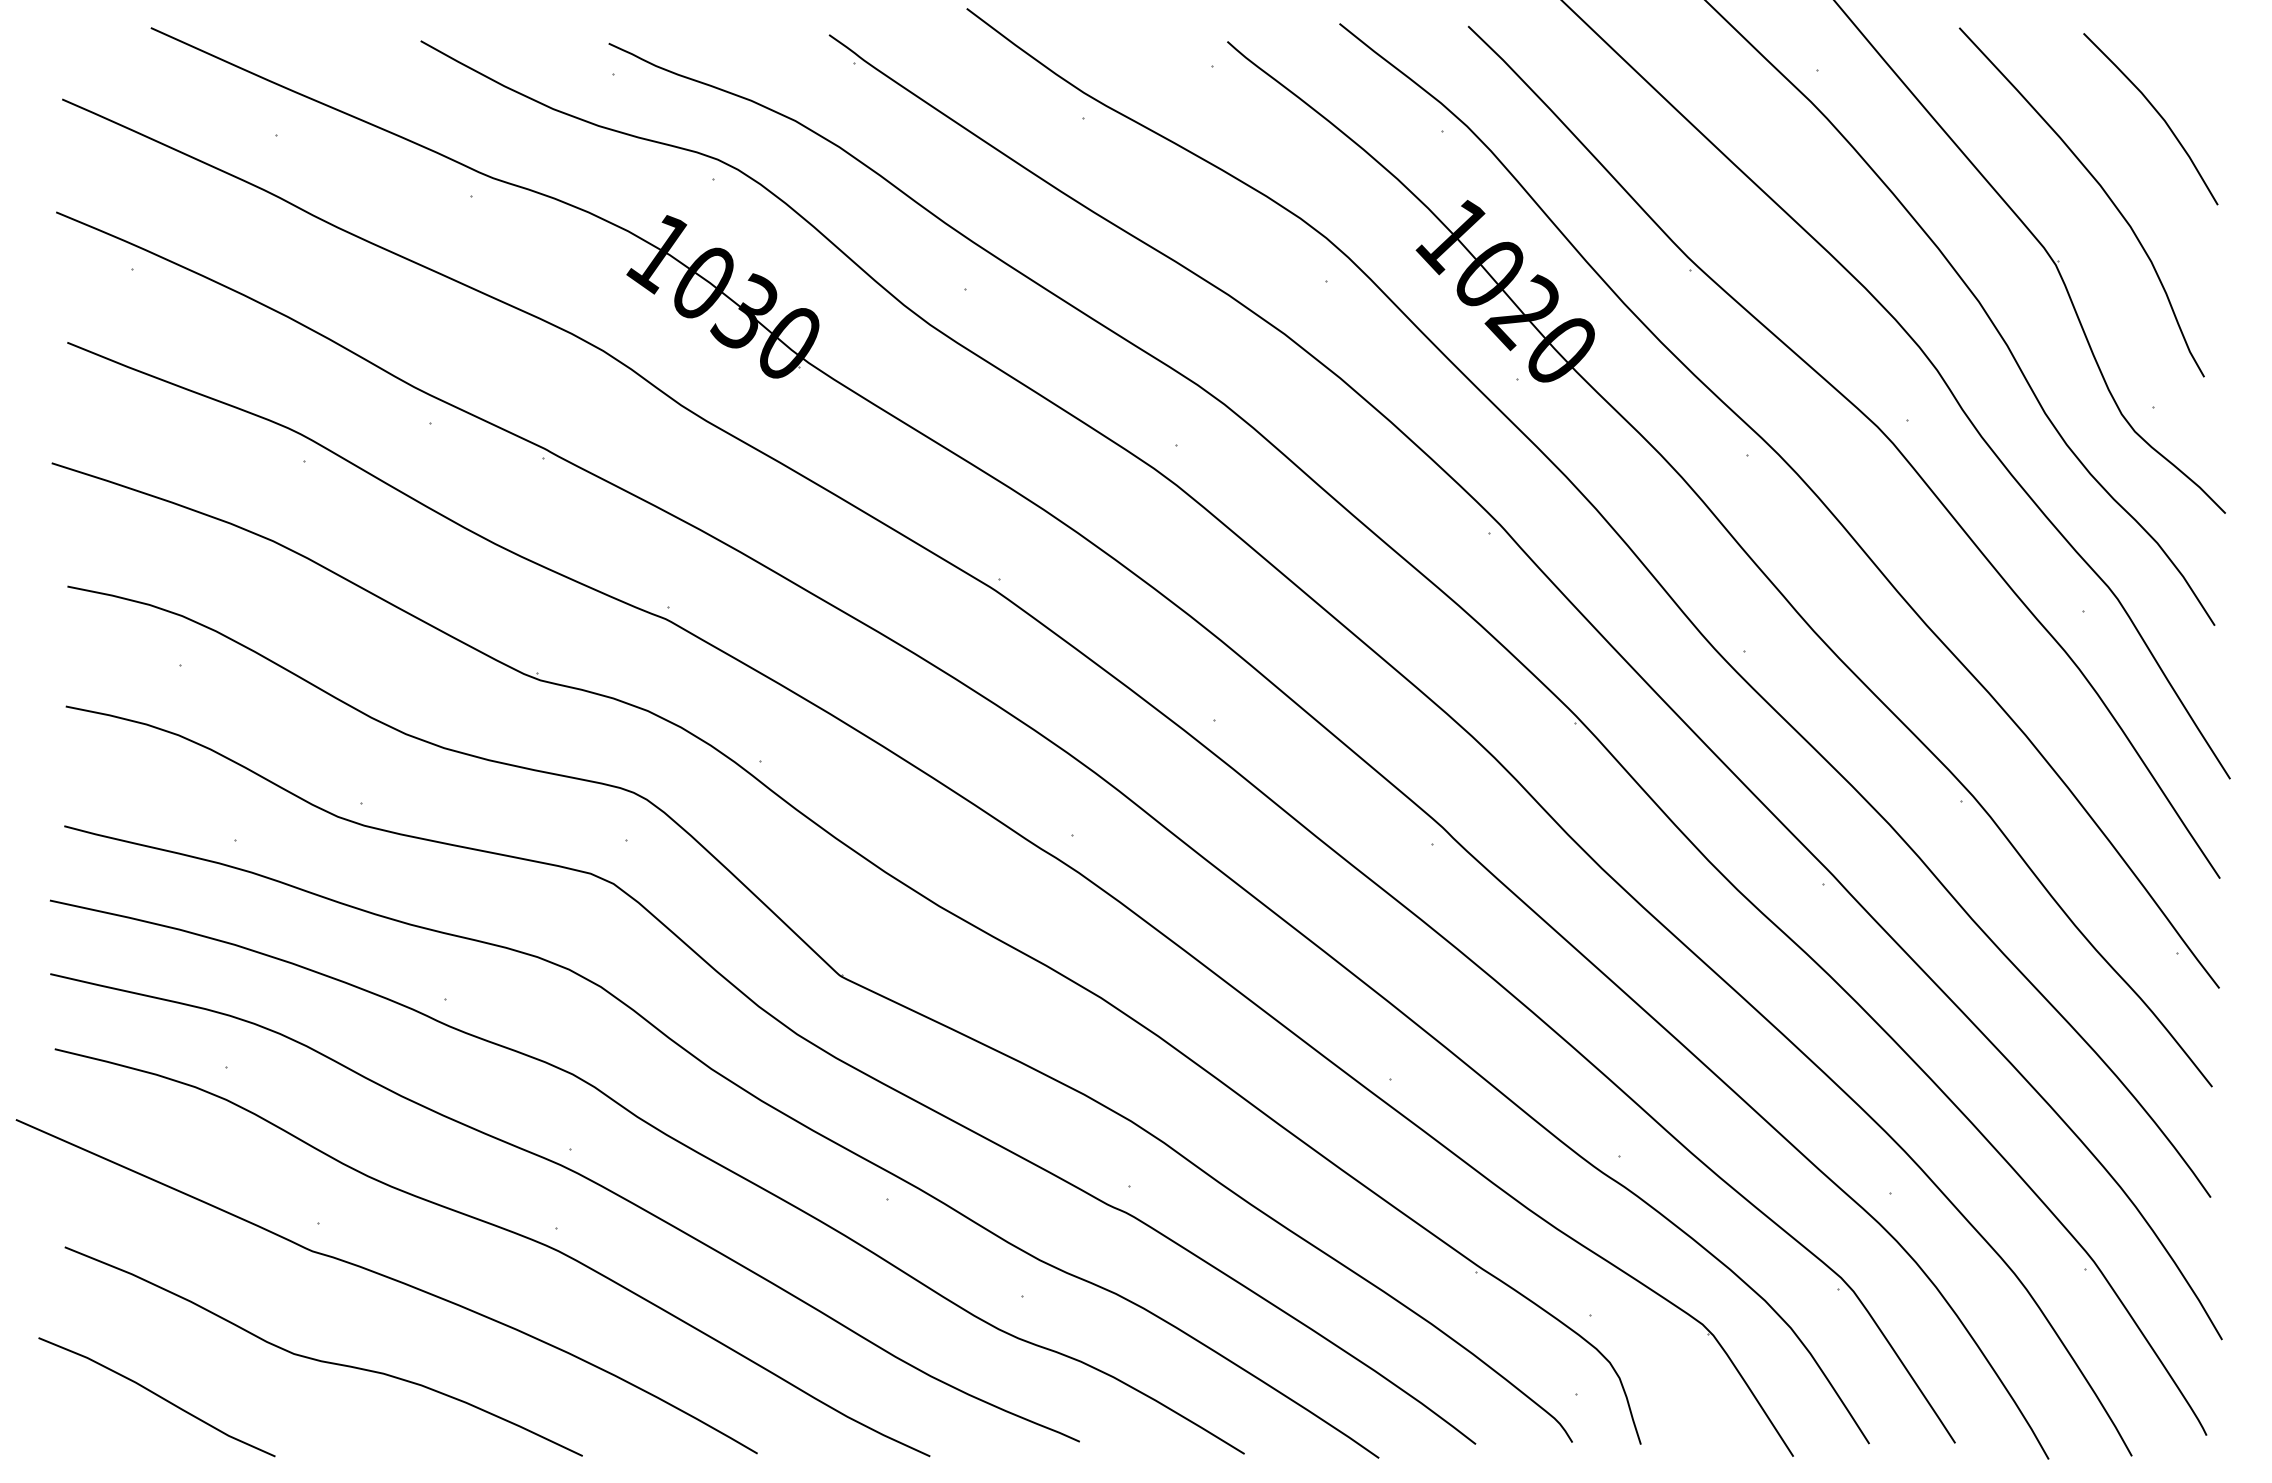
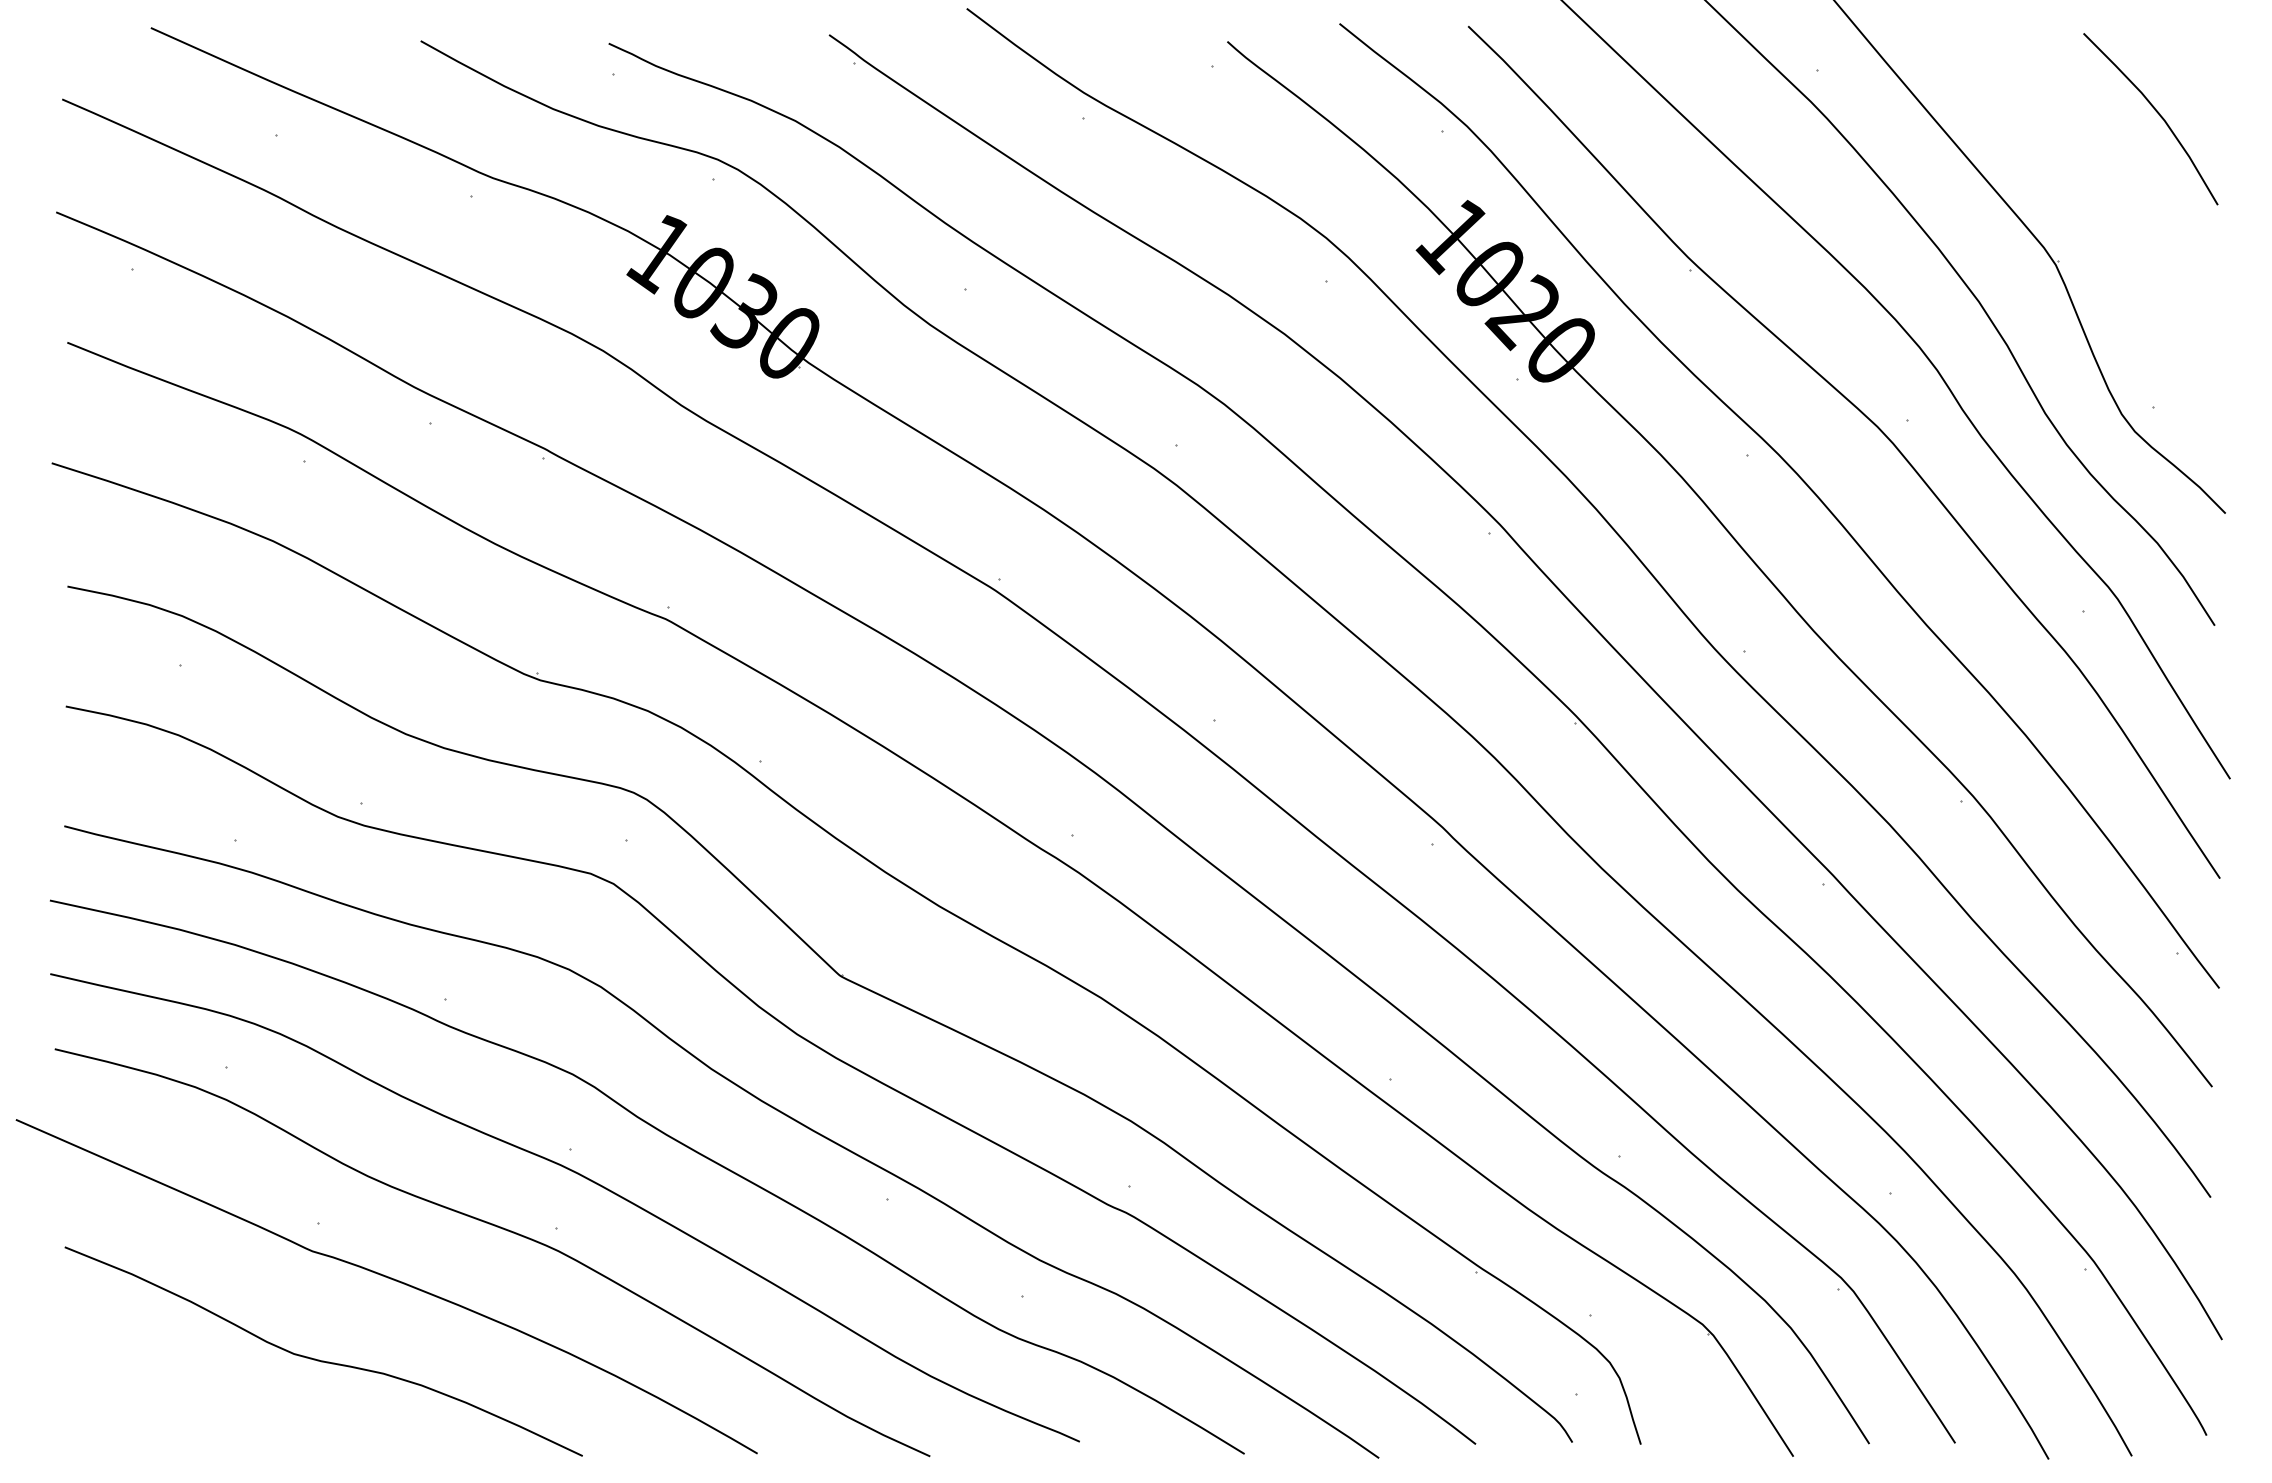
curve at (2099, 186): present -> none
curve at (157, 1396): present -> none
